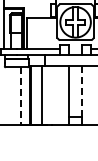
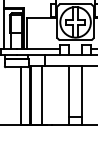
line at (82, 91): dashed -> solid
line at (21, 95): dashed -> solid
